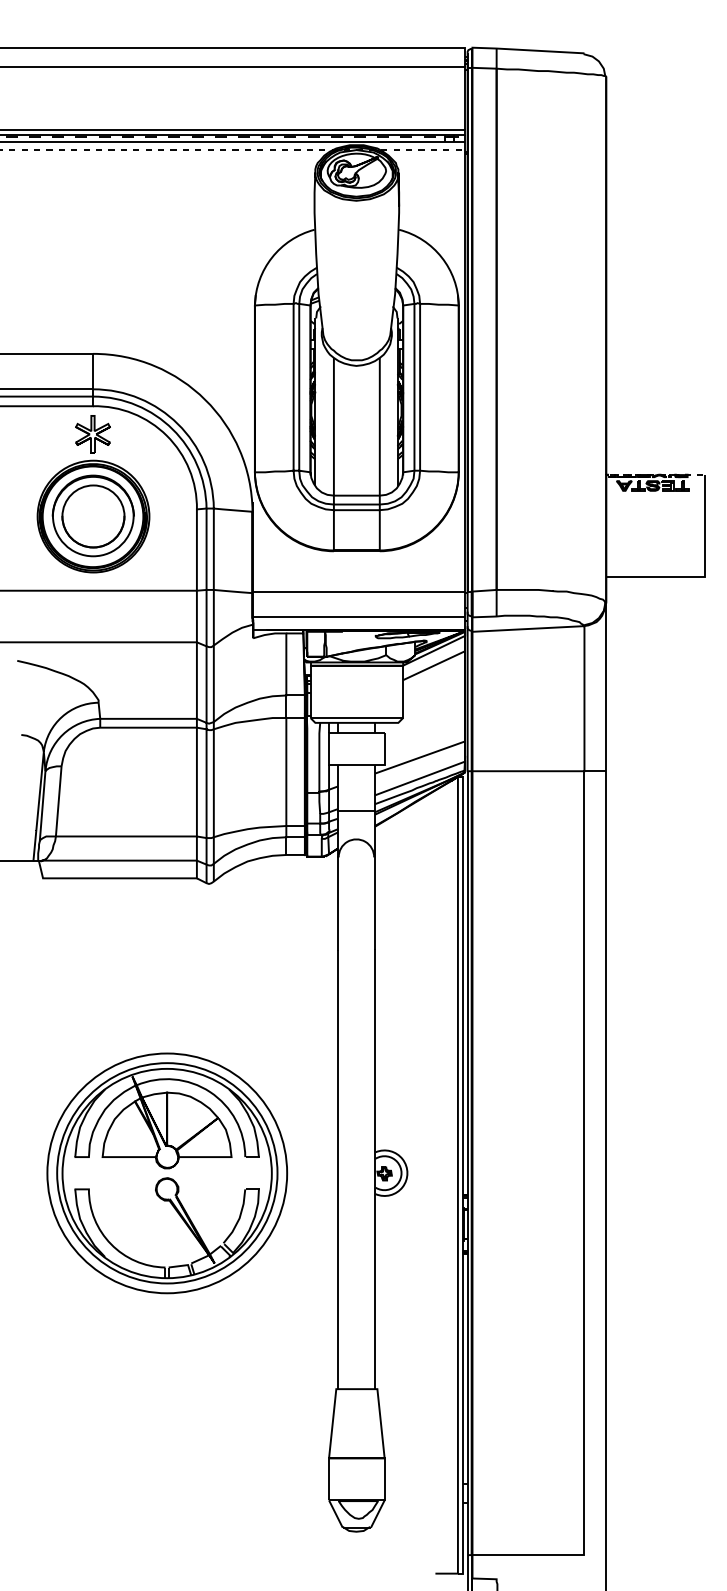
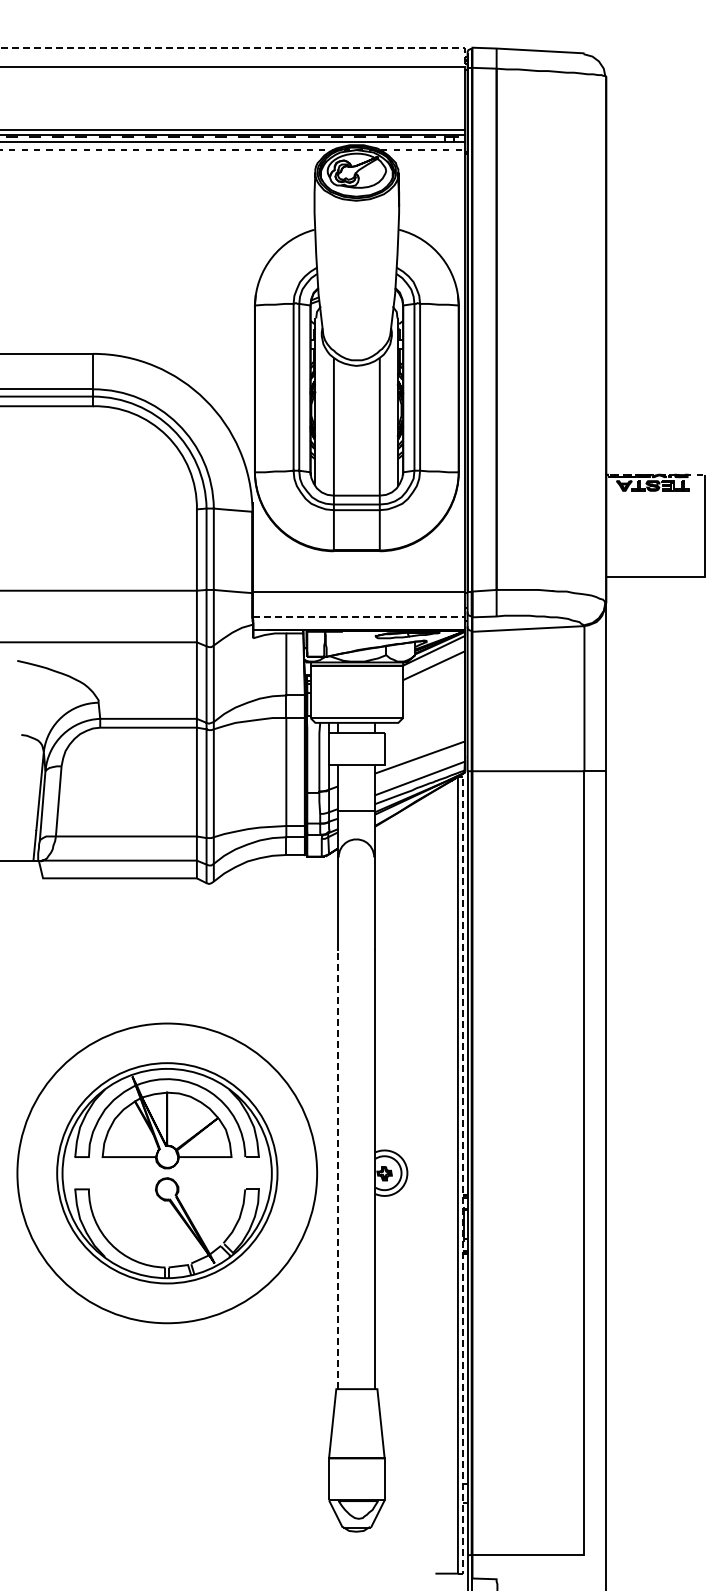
line at (243, 47): solid -> dashed
part at (93, 494): present -> none
line at (359, 617): solid -> dashed
line at (337, 1169): solid -> dashed
circle at (167, 1173) diameter: 240 px -> 300 px
line at (462, 1176): solid -> dashed
